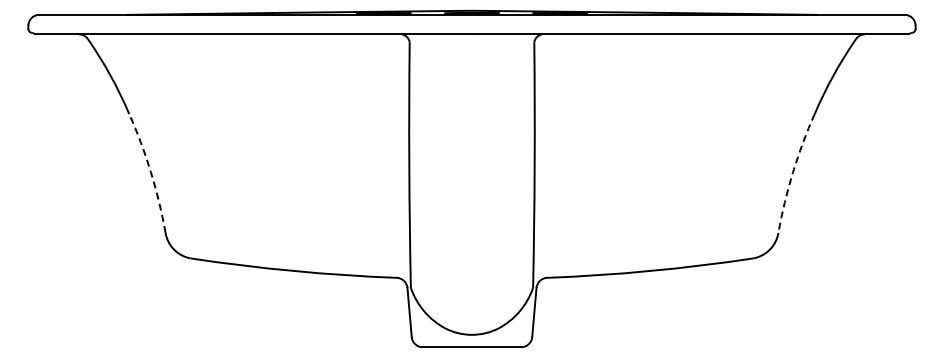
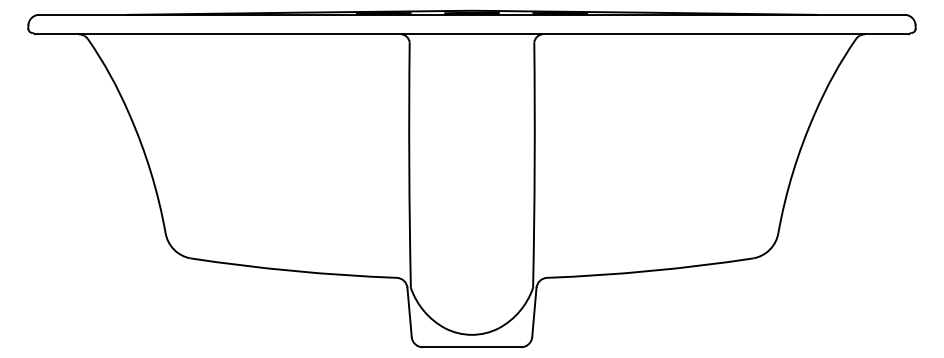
arc at (150, 172): dashed -> solid
arc at (793, 172): dashed -> solid
